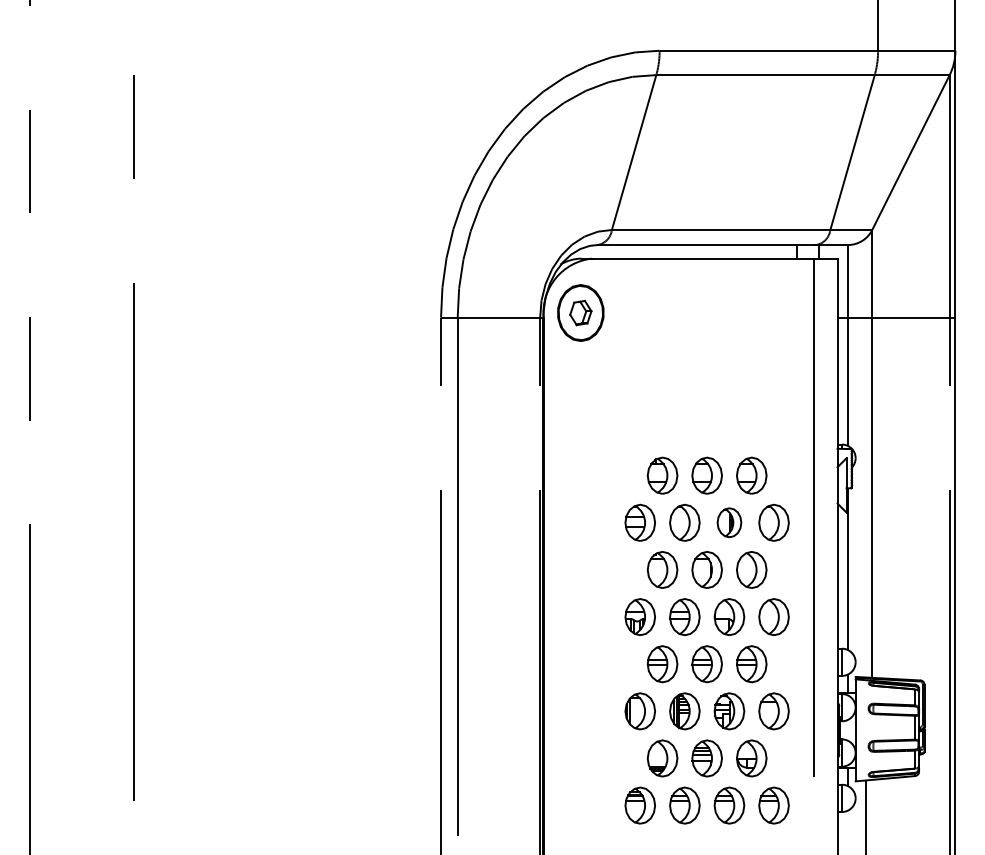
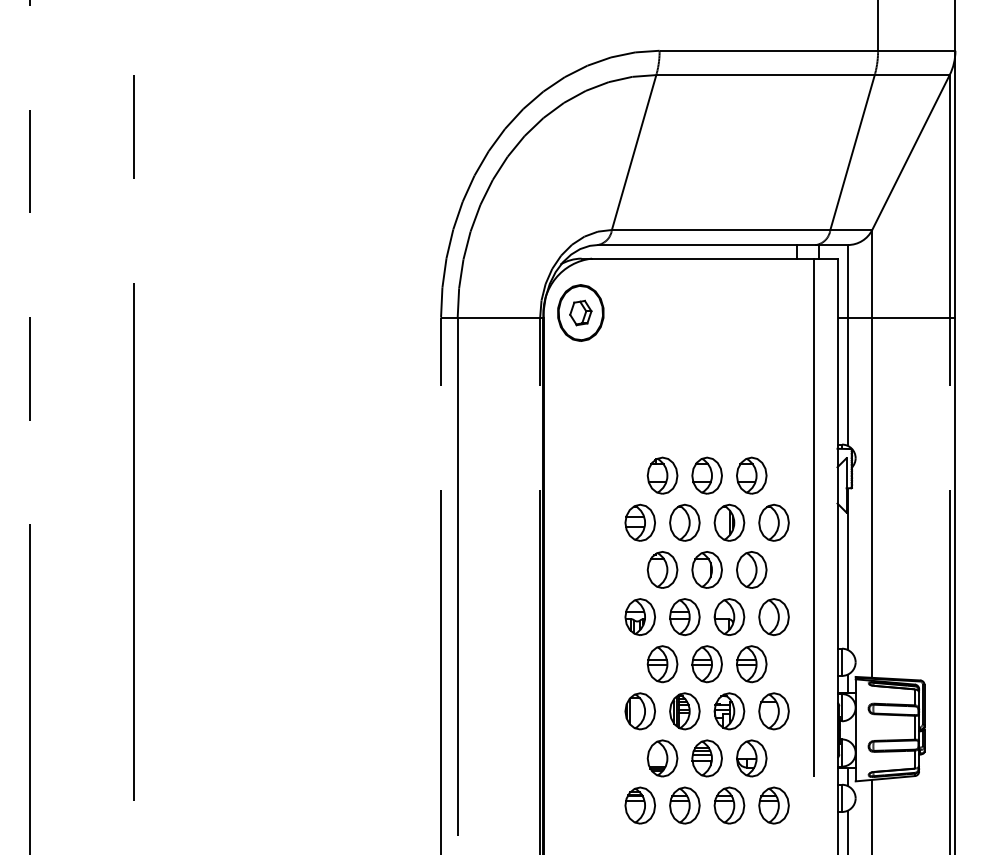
part at (729, 522) size: 27x32 px -> 33x39 px
line at (866, 815) position: (866, 815) -> (872, 815)
line at (847, 830): none -> present
